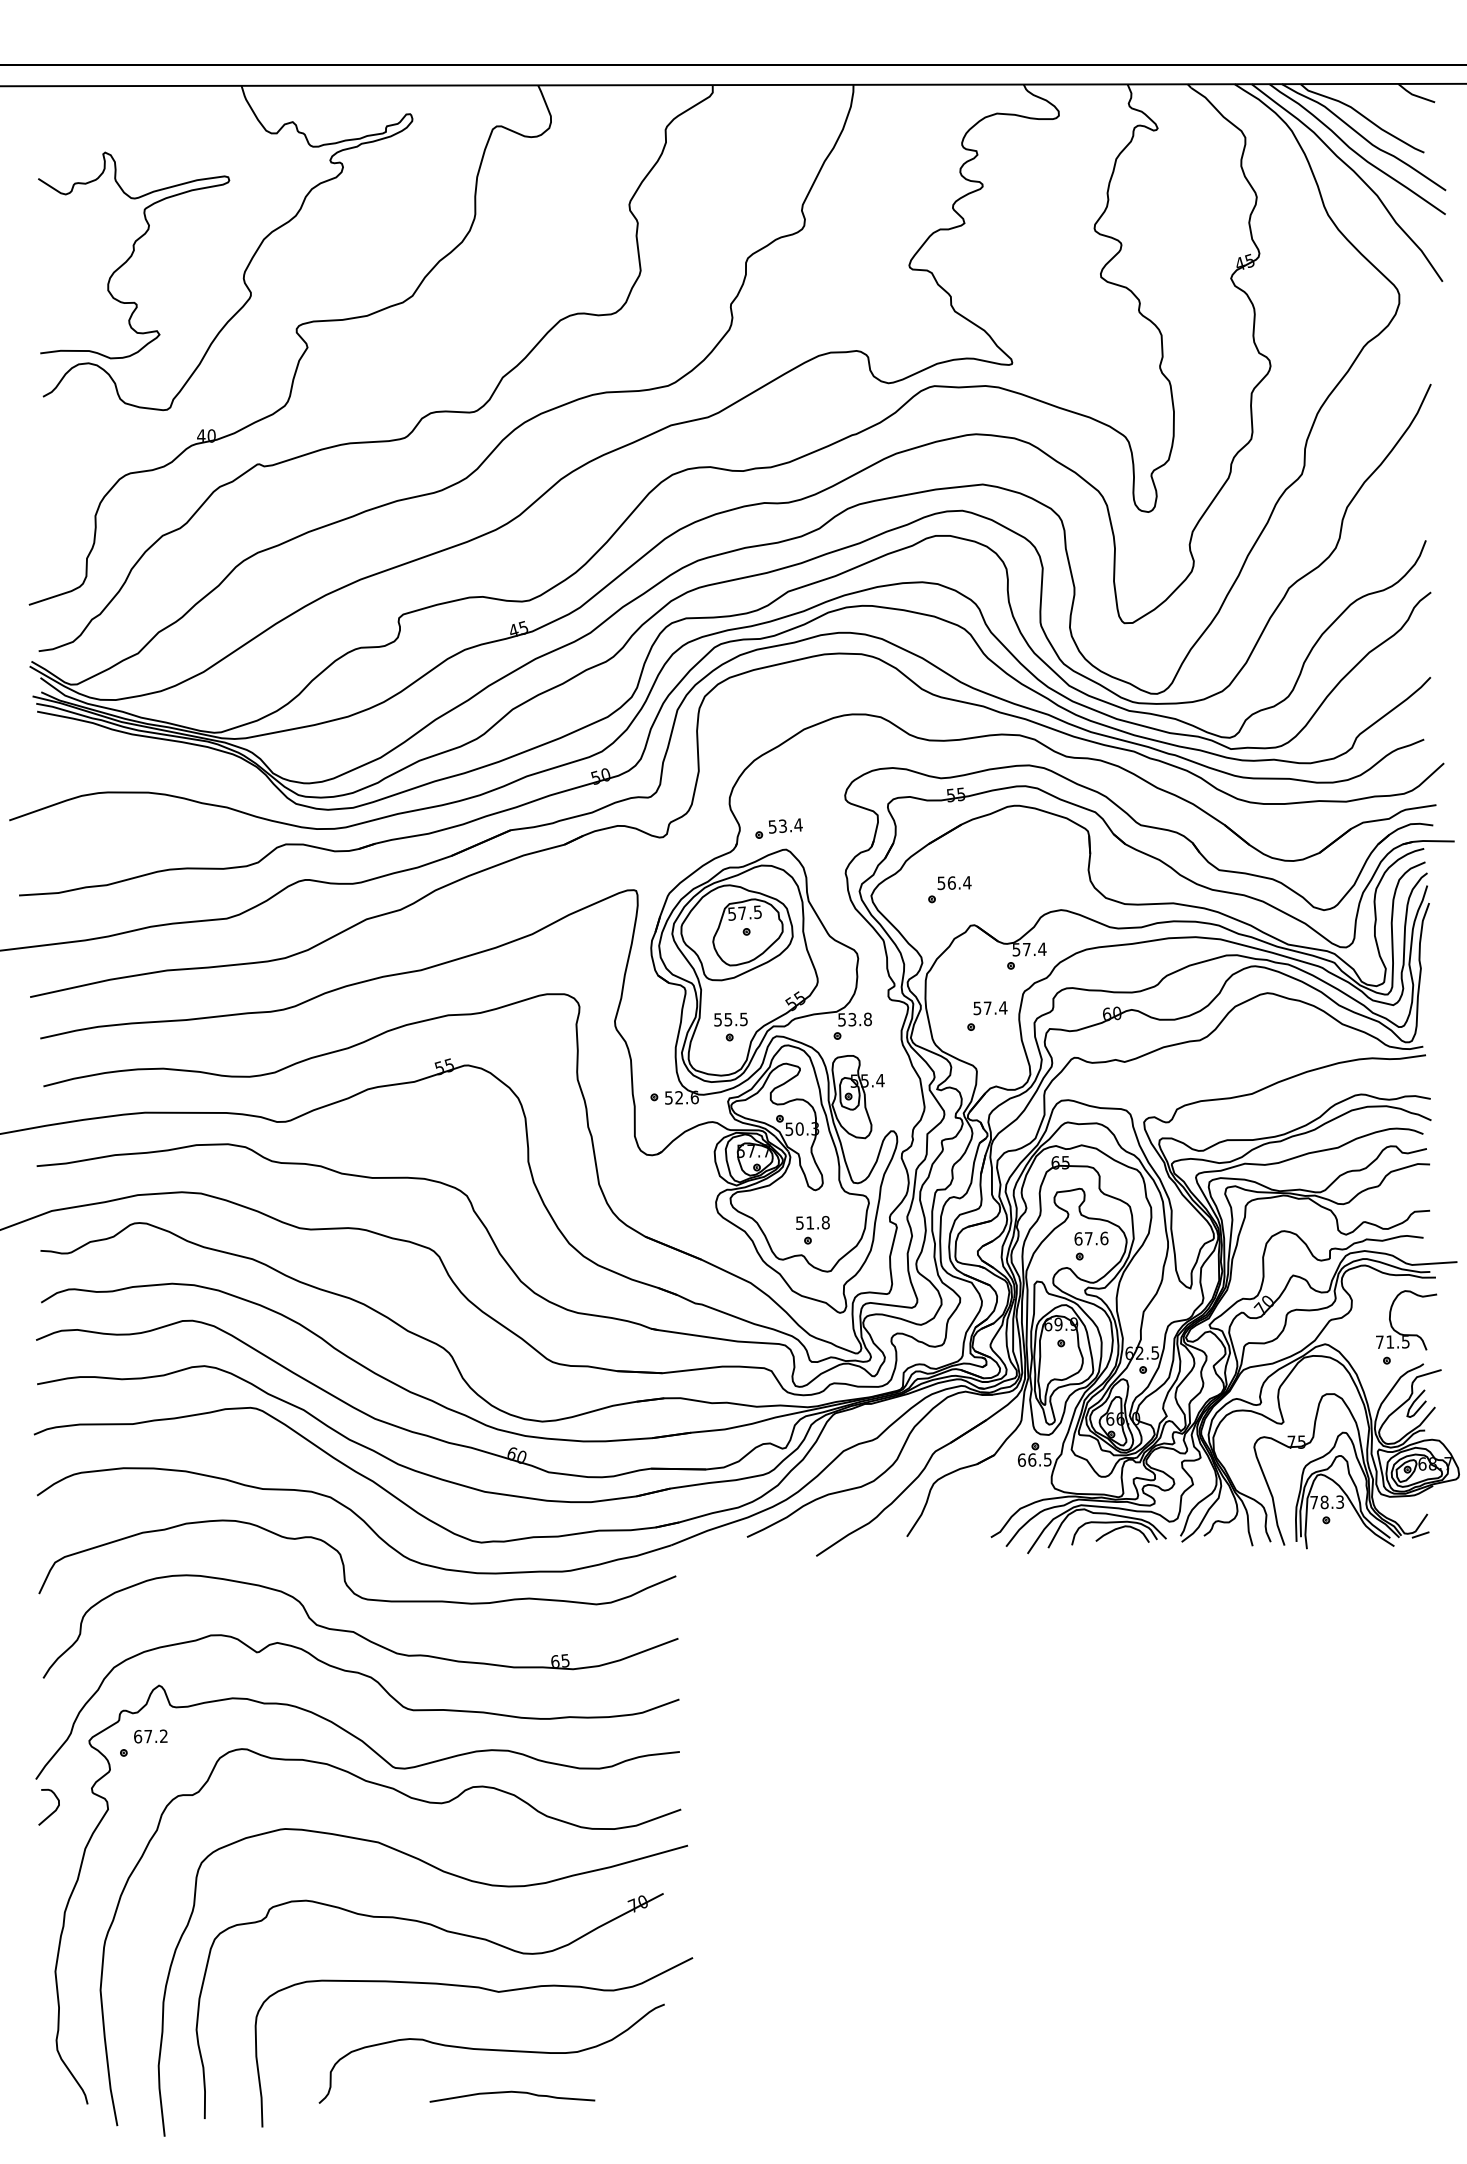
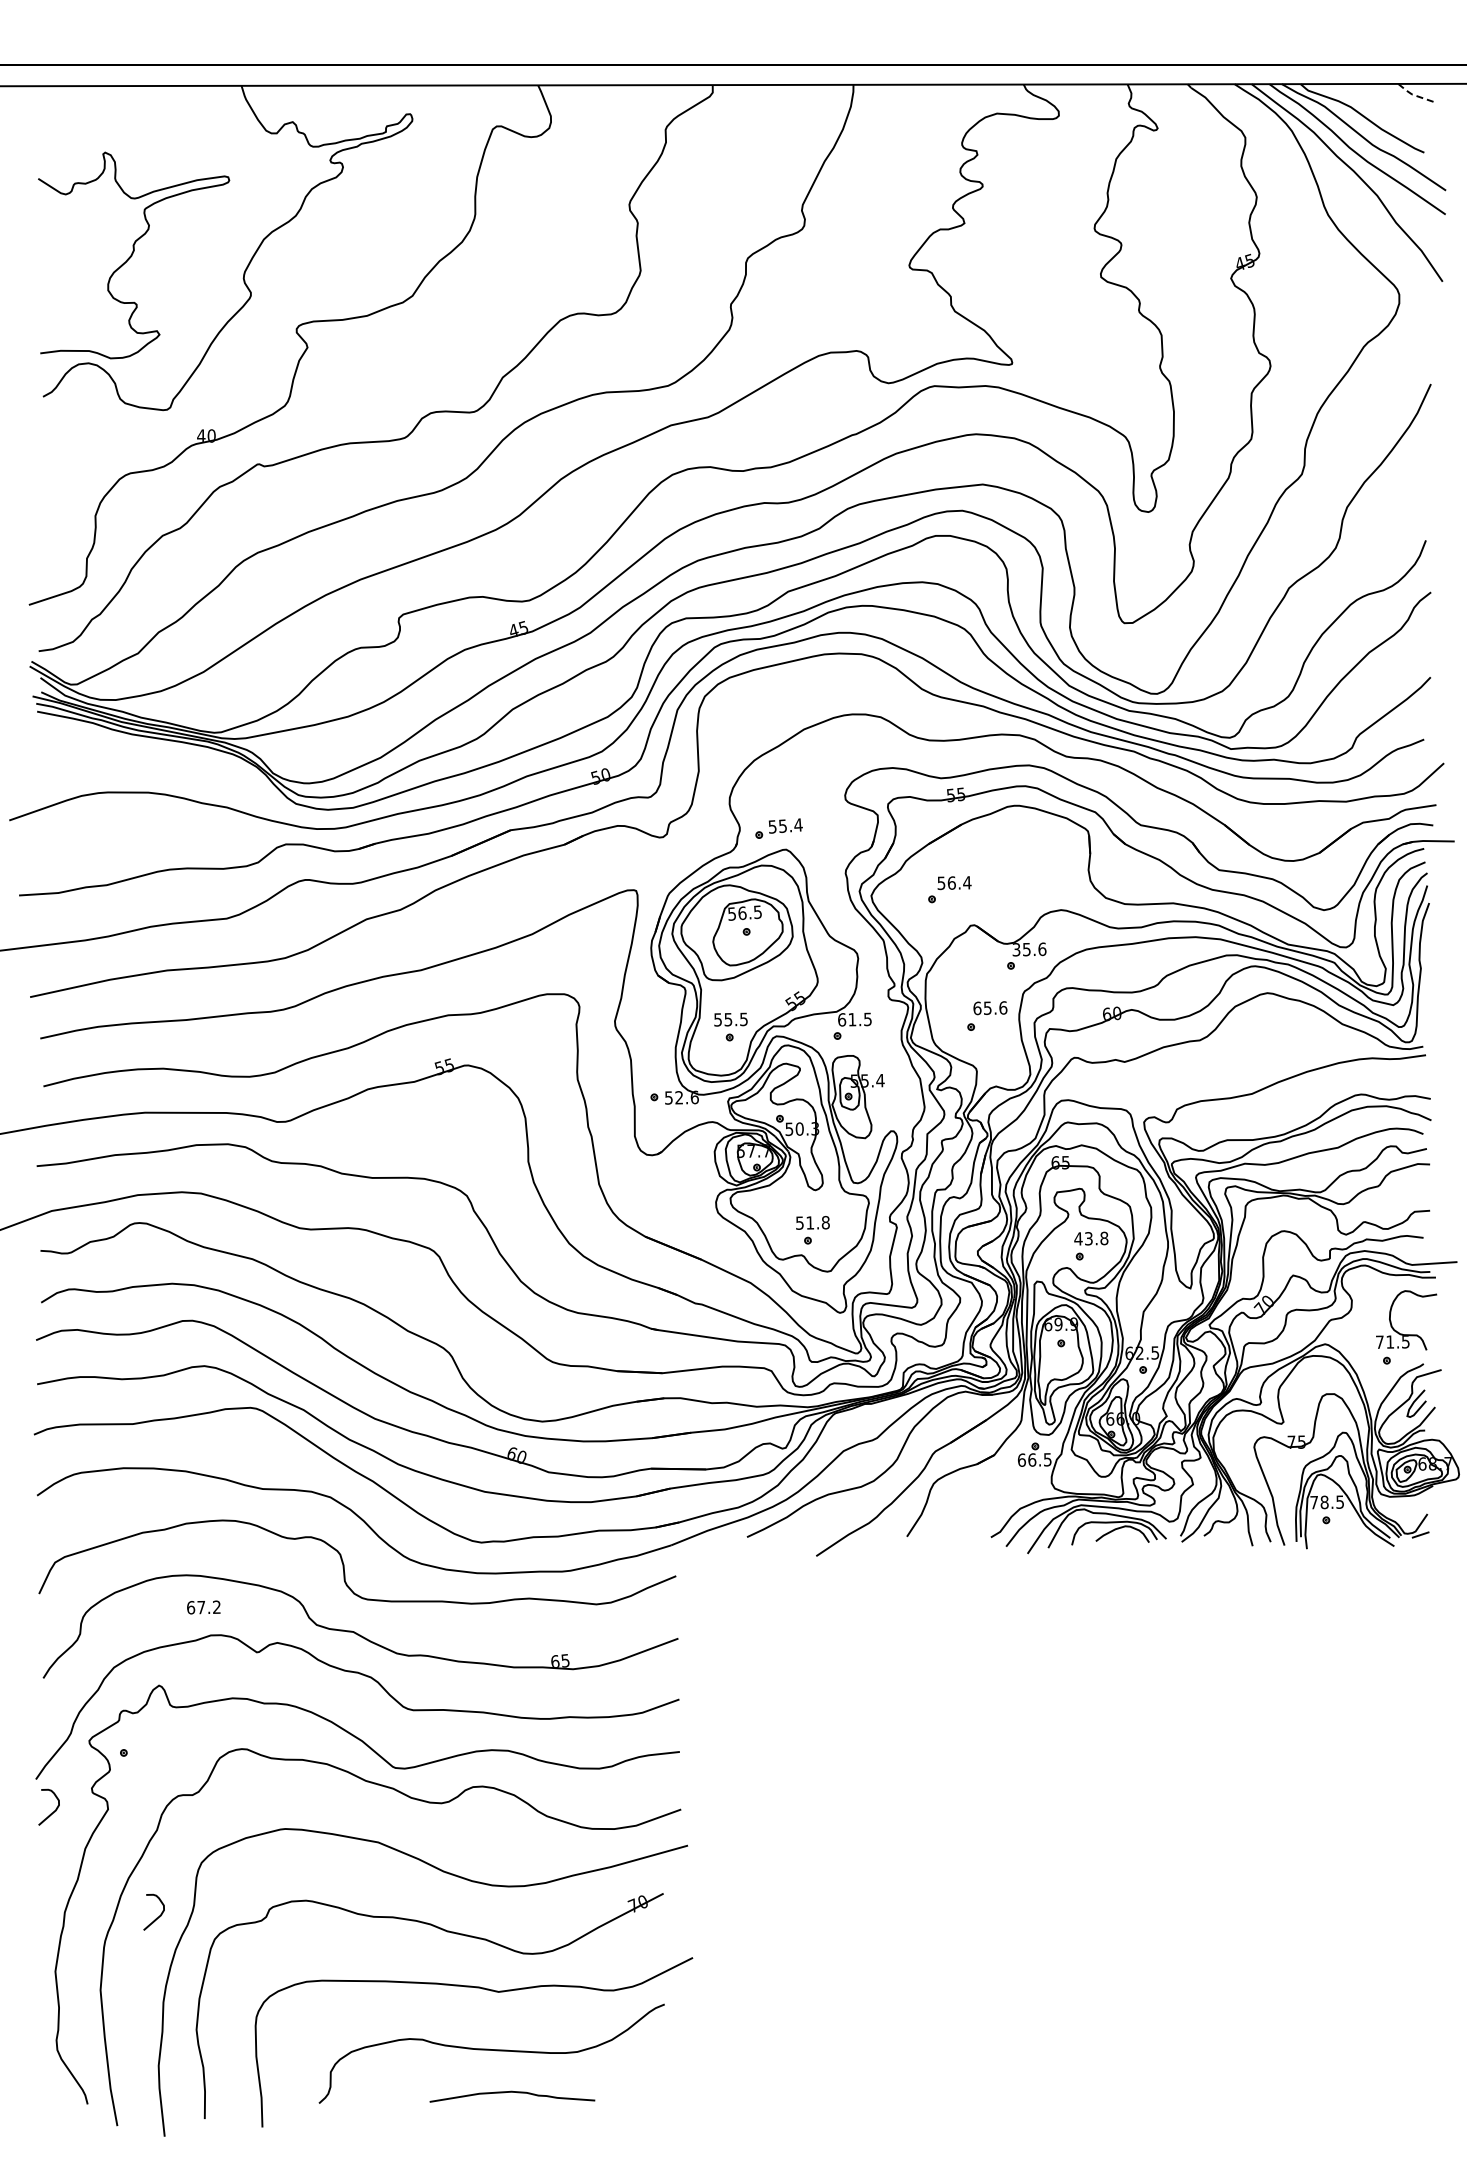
line at (1413, 95): solid -> dashed
text at (782, 825): 53.4 -> 55.4
text at (742, 913): 57.5 -> 56.5
text at (1029, 949): 57.4 -> 35.6
text at (990, 1008): 57.4 -> 65.6
text at (854, 1019): 53.8 -> 61.5
text at (1091, 1238): 67.6 -> 43.8
text at (1339, 1501): 78.3 -> 78.5
text at (150, 1736) position: (150, 1736) -> (203, 1607)
curve at (156, 1917): none -> present
